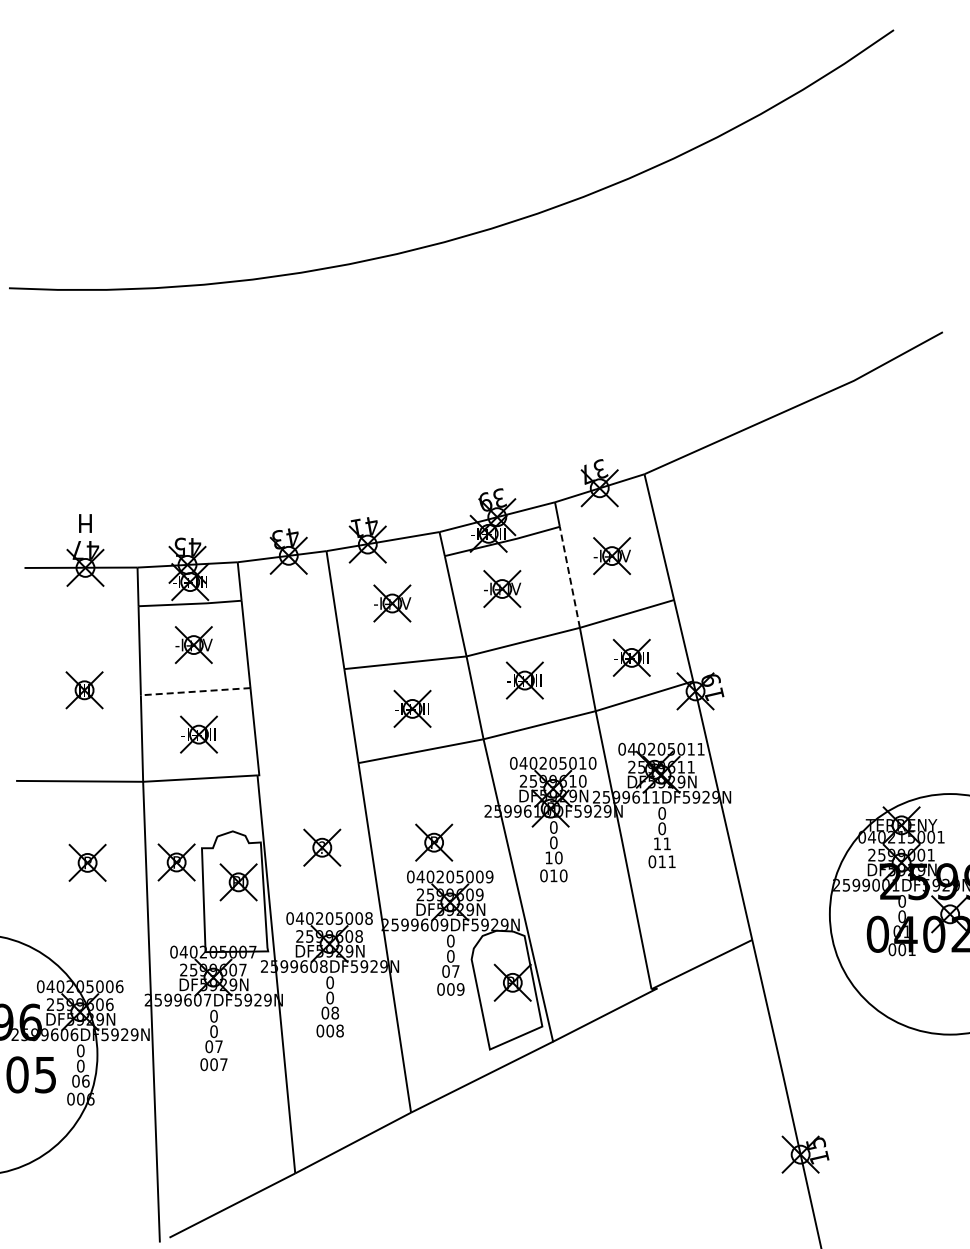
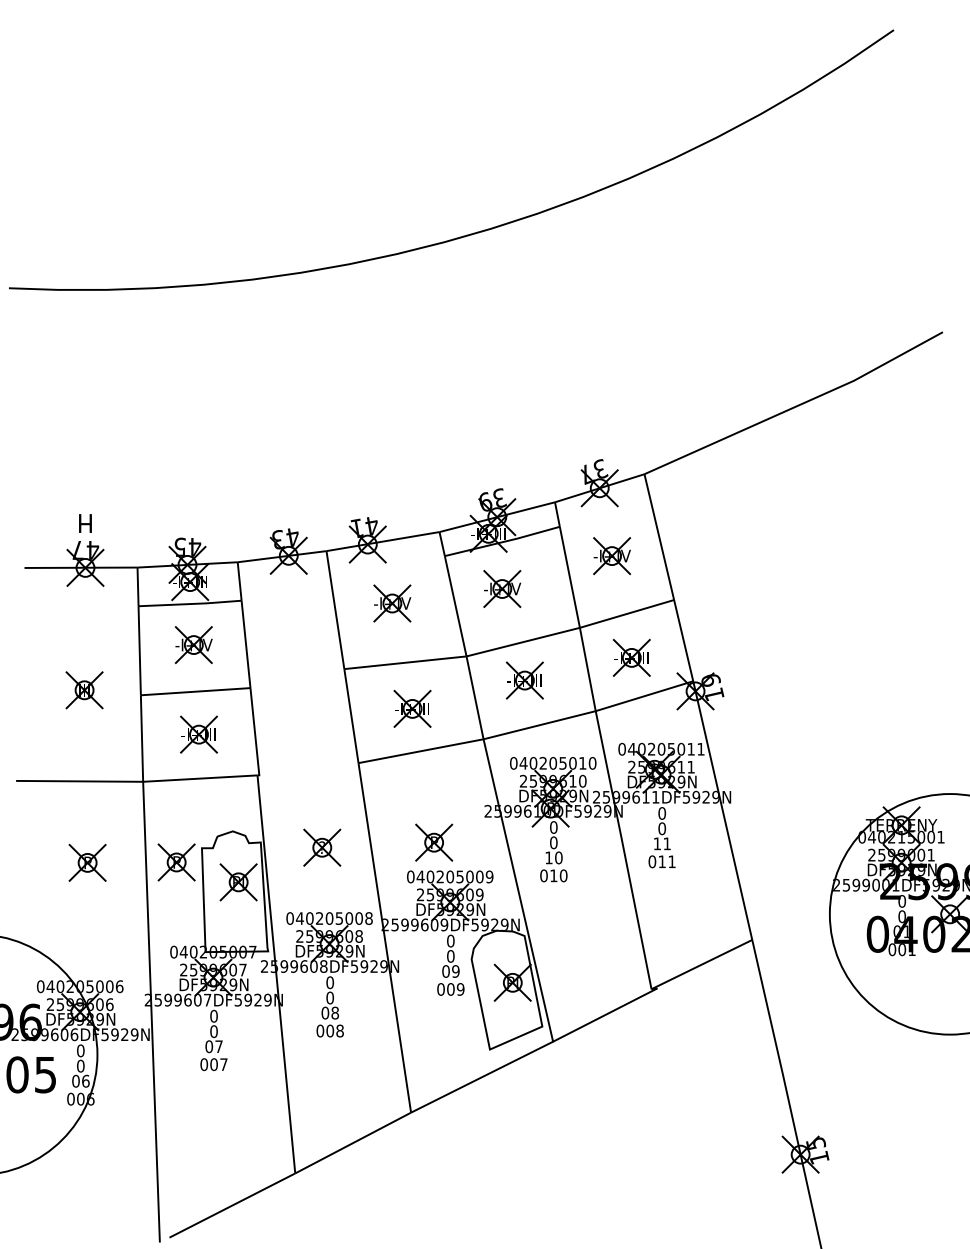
line at (569, 576): dashed -> solid
line at (195, 691): dashed -> solid
text at (455, 971): 07 -> 09
